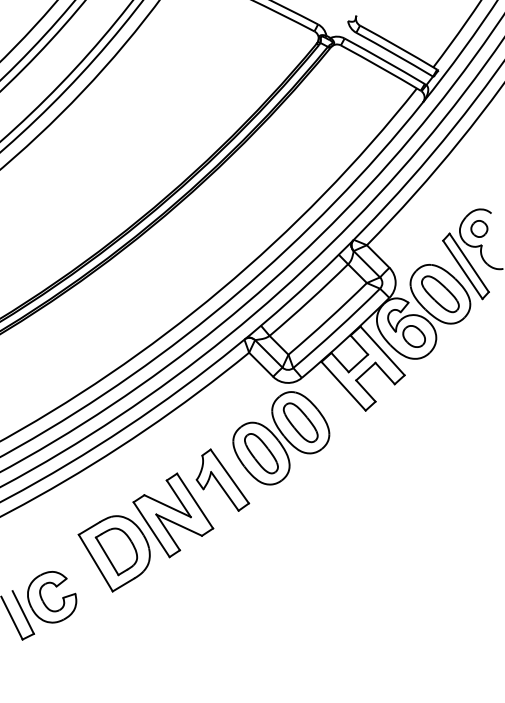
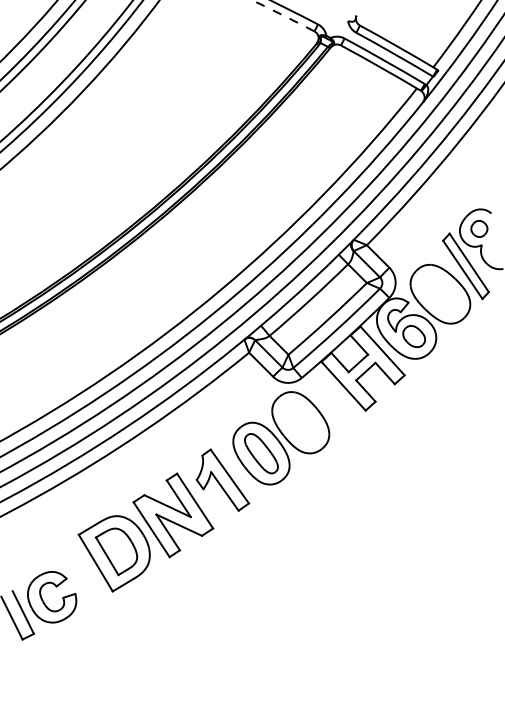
arc at (282, 15): solid -> dashed
part at (440, 294): present -> none
part at (300, 422): present -> none
